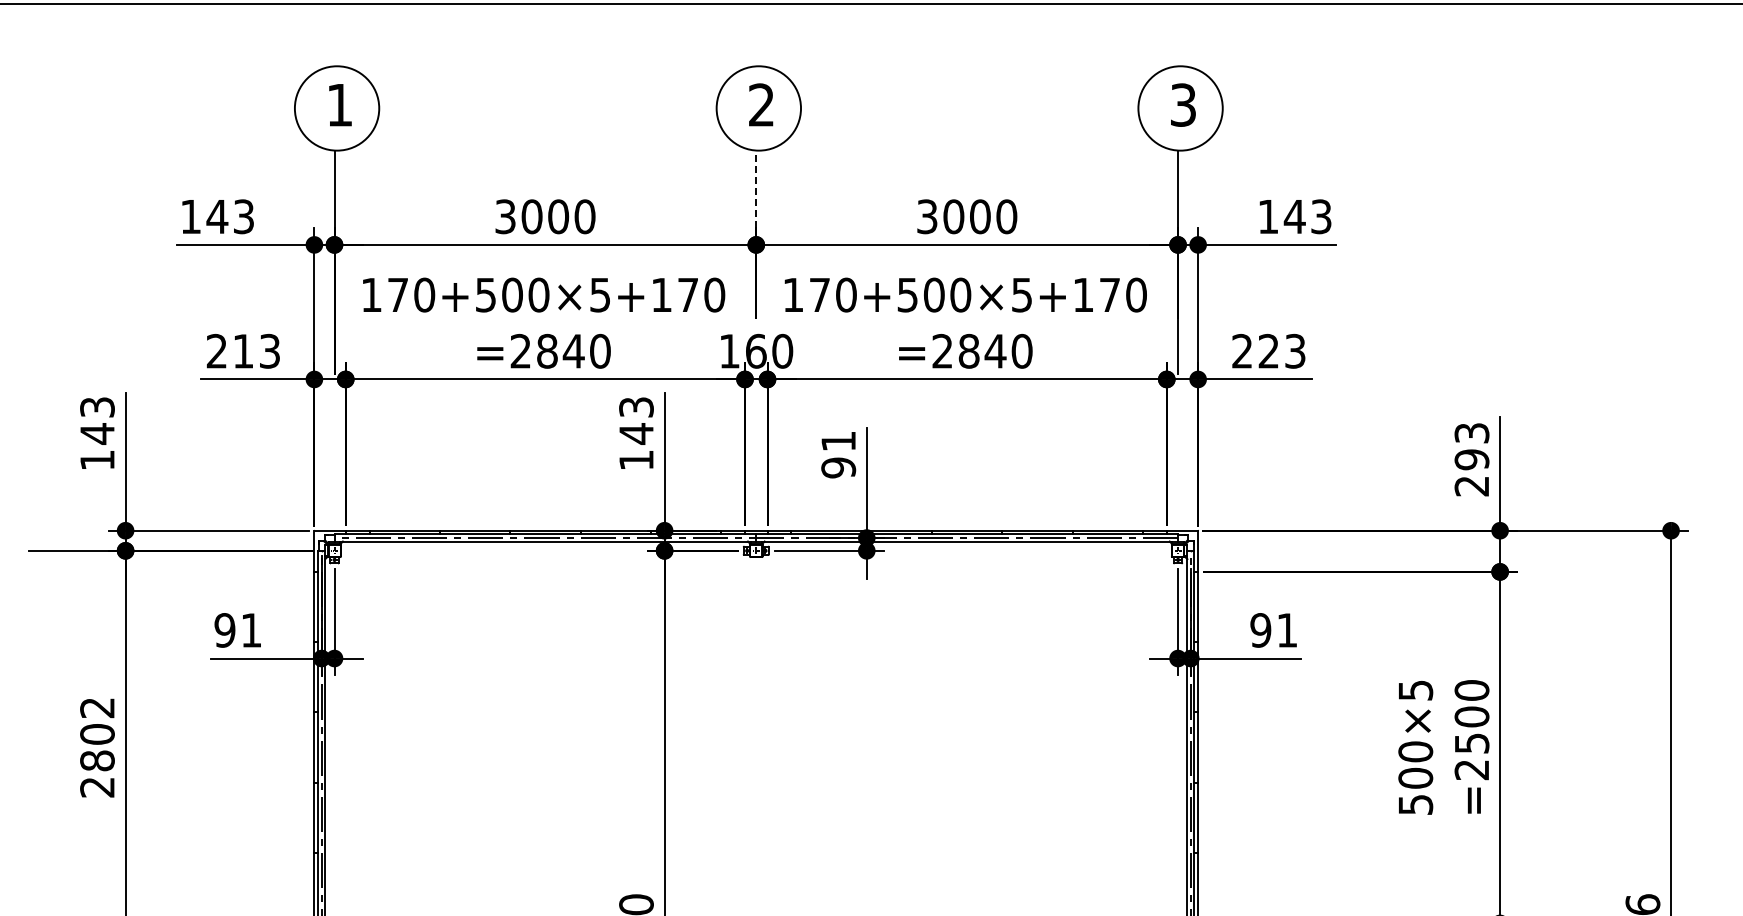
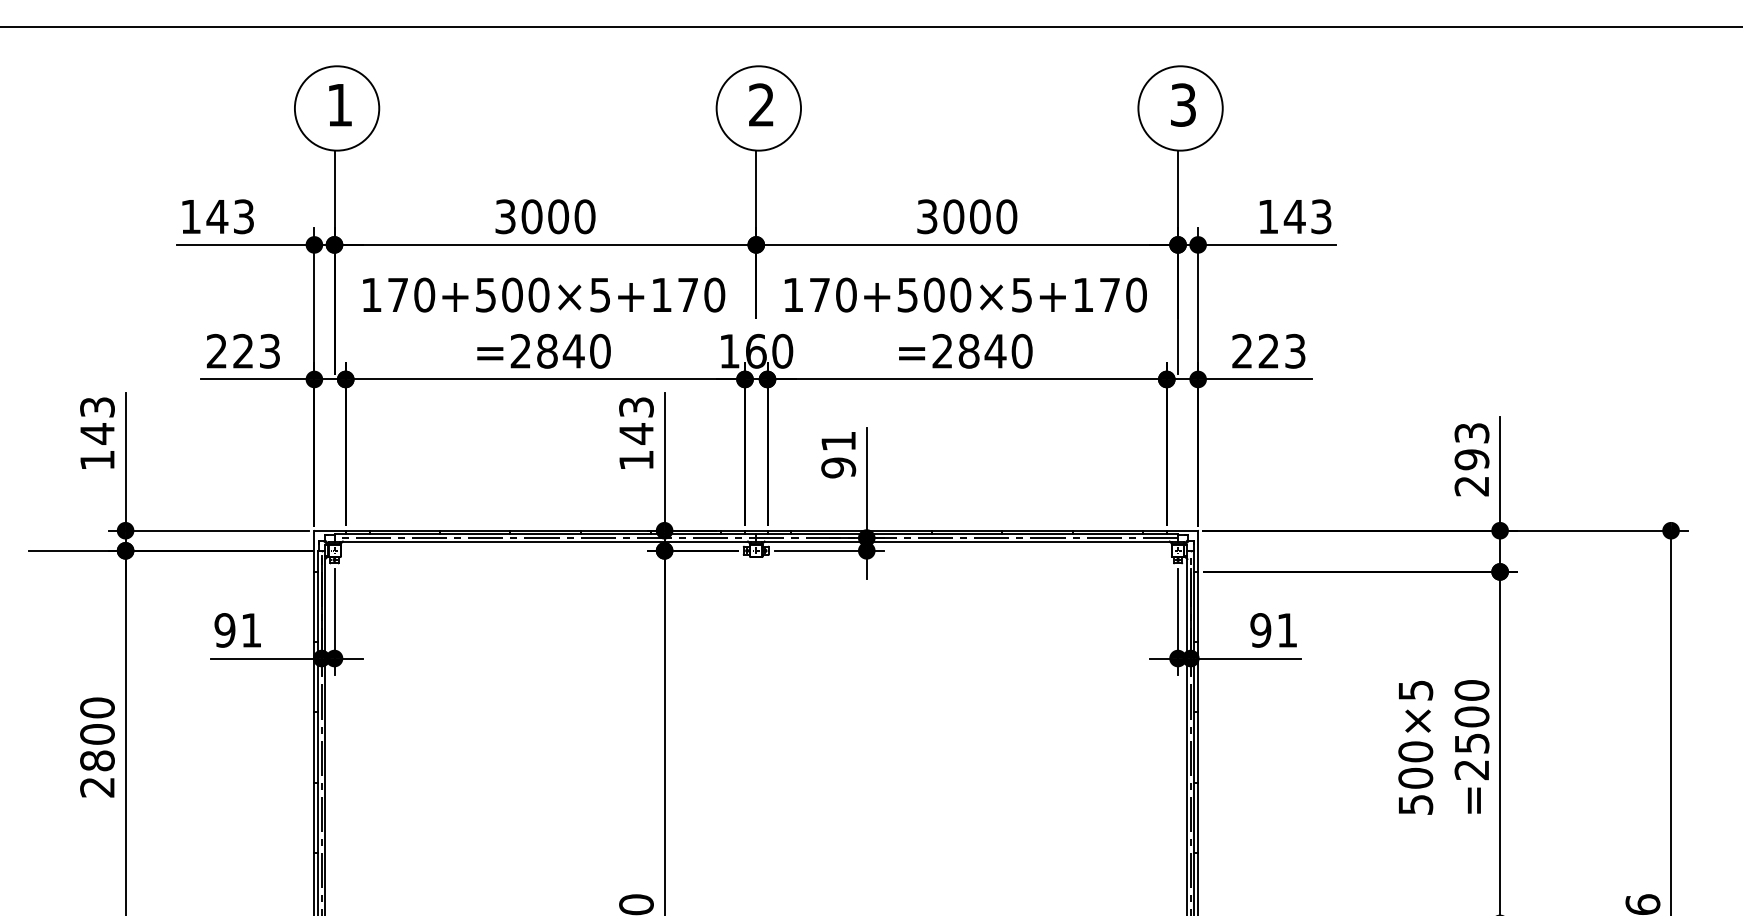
line at (870, 4) position: (870, 4) -> (870, 27)
line at (756, 189): dashed -> solid
text at (242, 350): 213 -> 223
text at (97, 707): 2802 -> 2800
